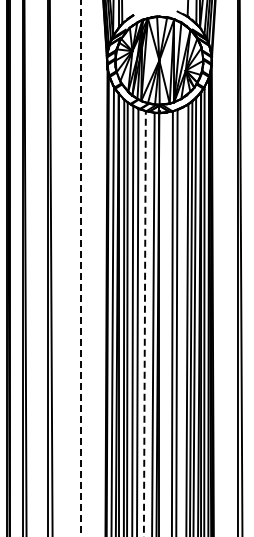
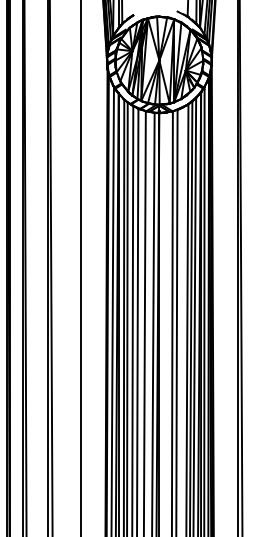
line at (80, 268): dashed -> solid
line at (144, 323): dashed -> solid
